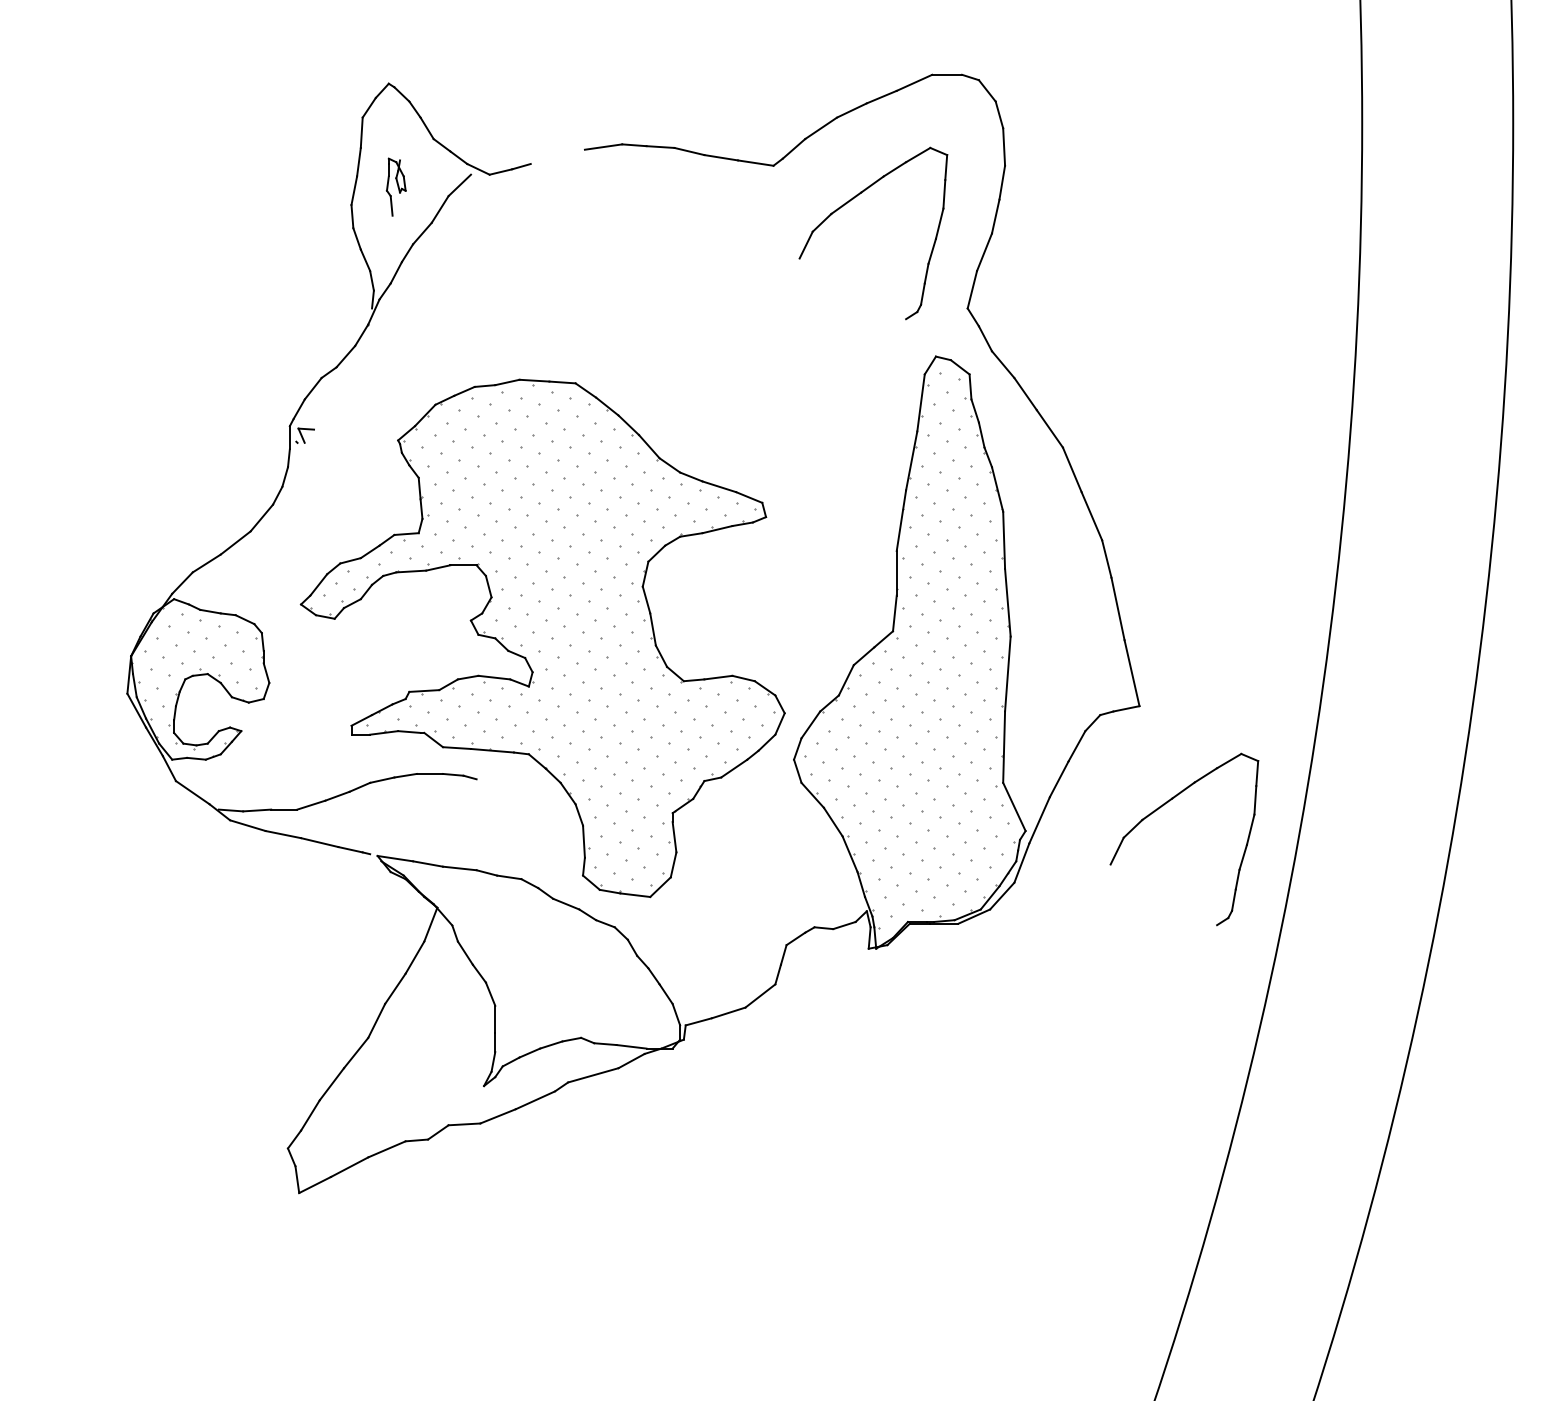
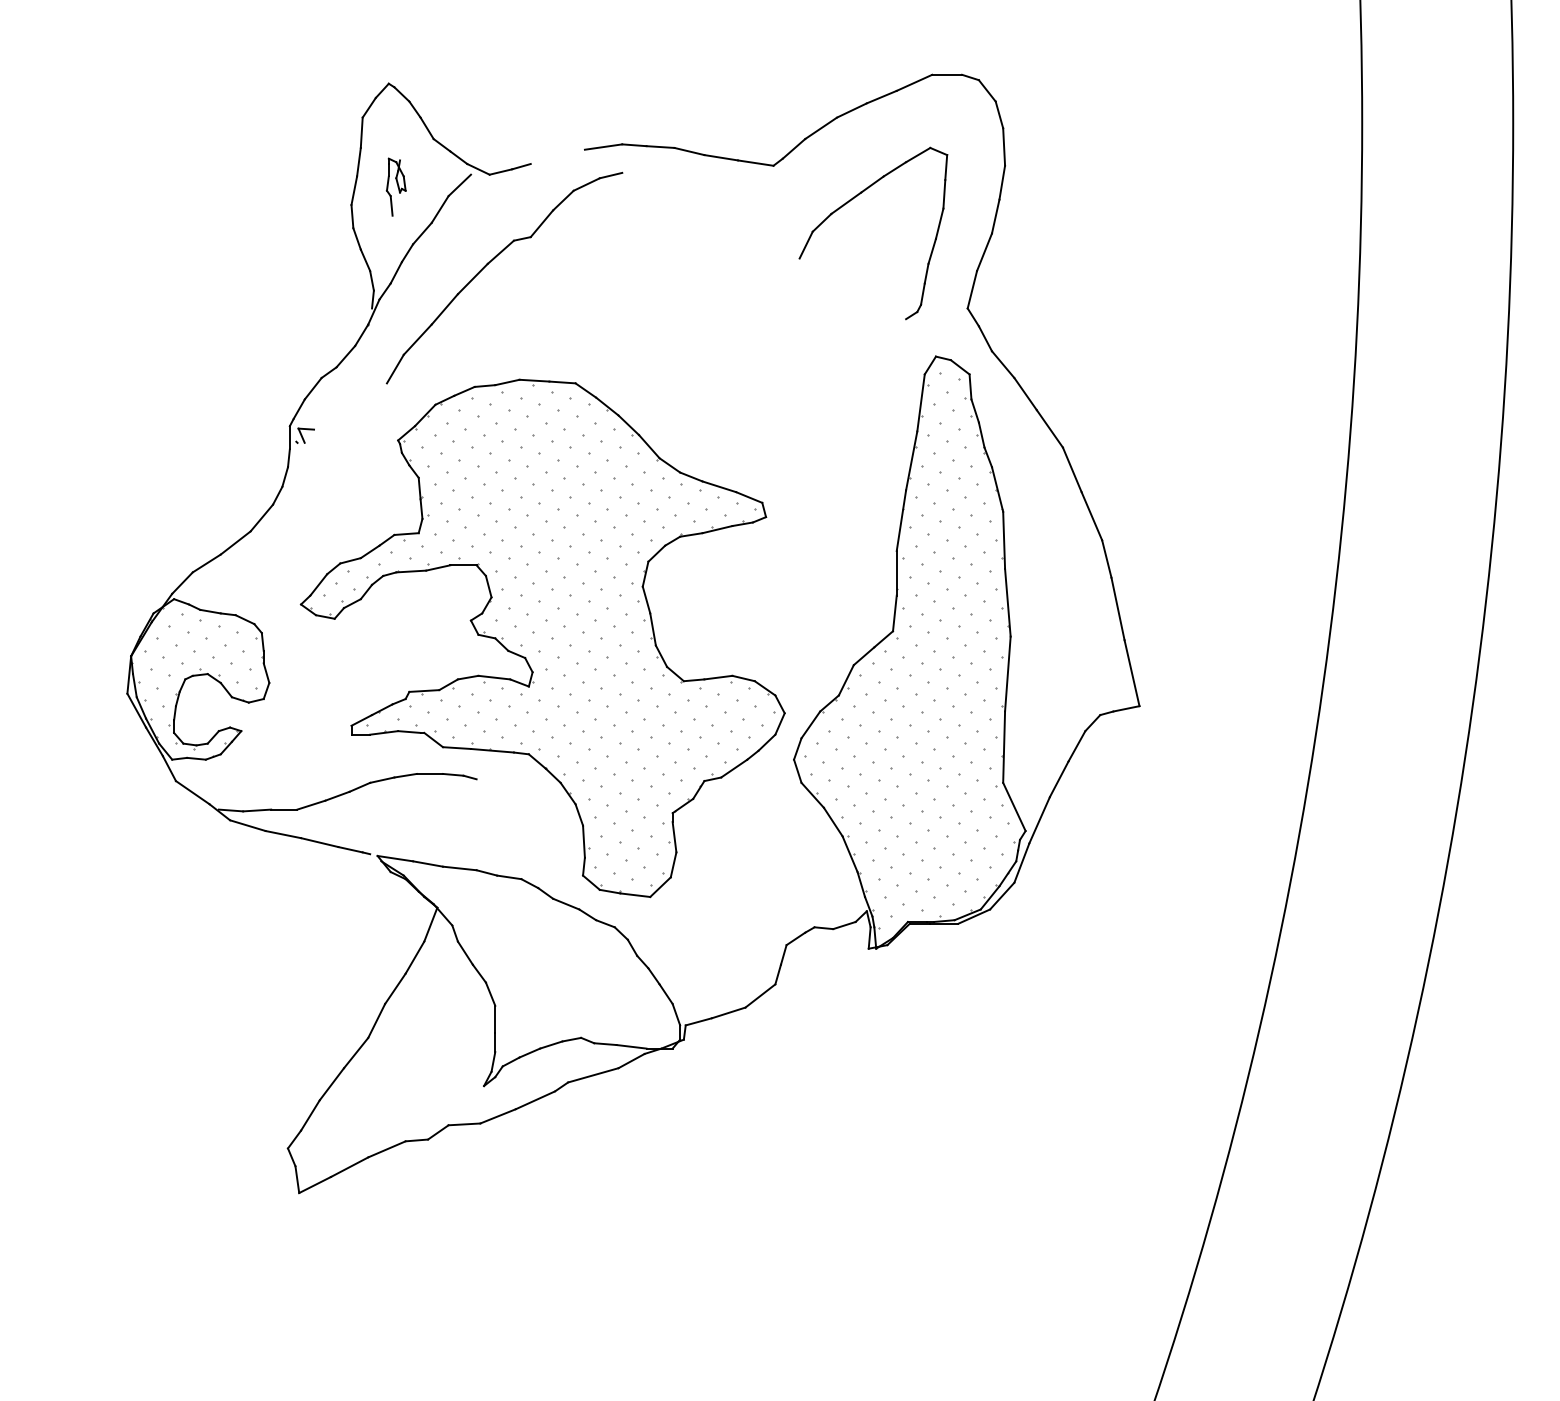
part at (493, 260): none -> present
part at (1160, 808): present -> none
